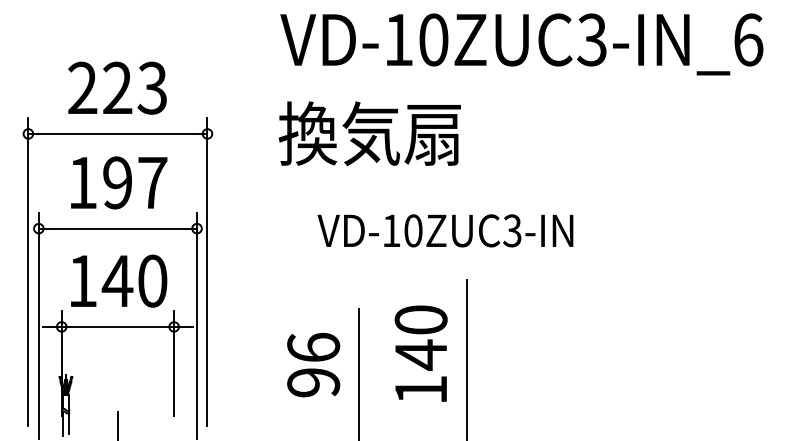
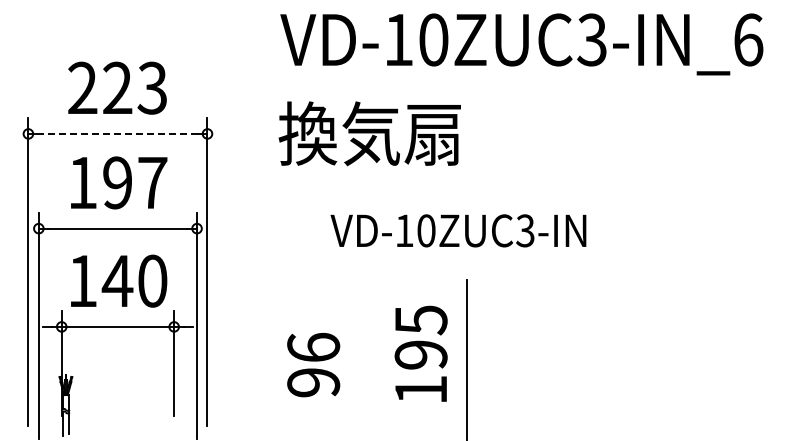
line at (117, 133): solid -> dashed
text at (445, 230) position: (445, 230) -> (458, 230)
text at (420, 338): 140 -> 195
line at (359, 372): present -> none
line at (117, 424): present -> none
